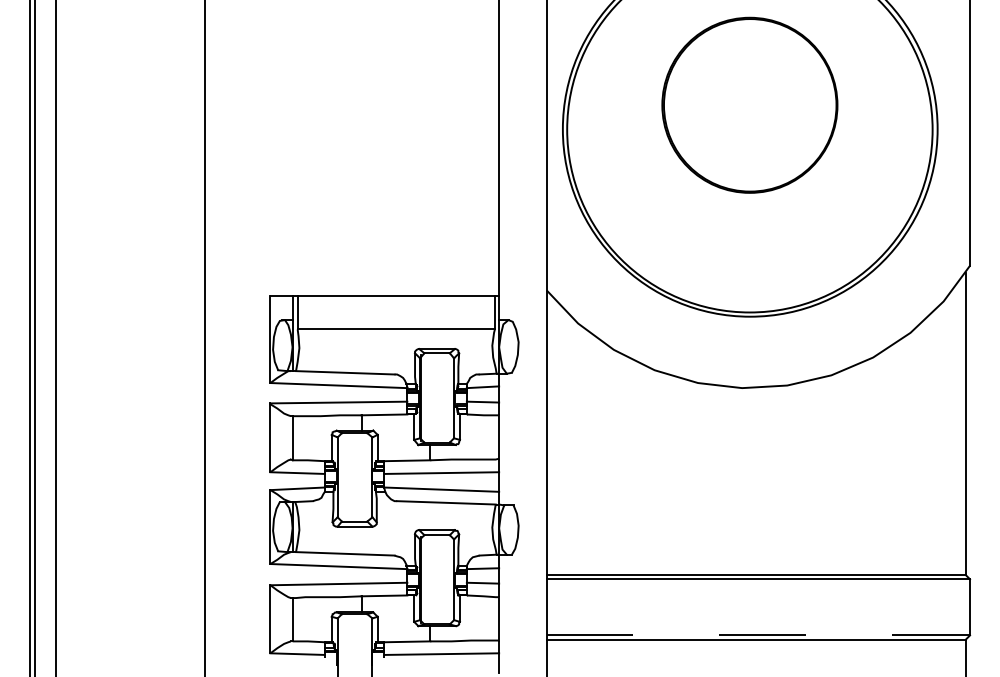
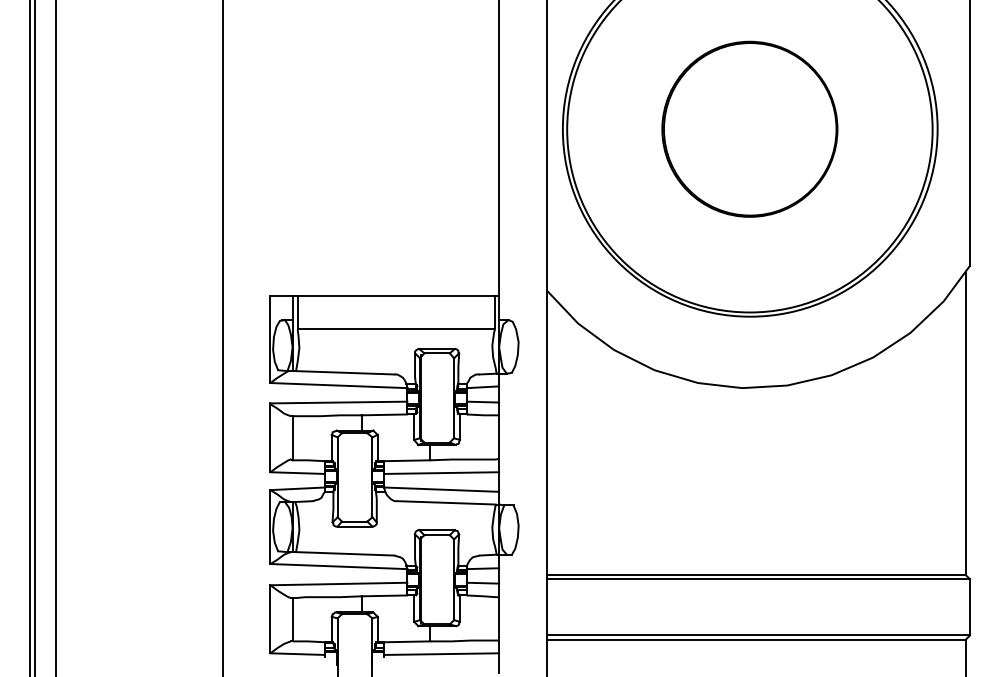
part at (749, 104) position: (749, 104) -> (749, 128)
line at (204, 337) position: (204, 337) -> (222, 337)
line at (758, 635): dashed -> solid
